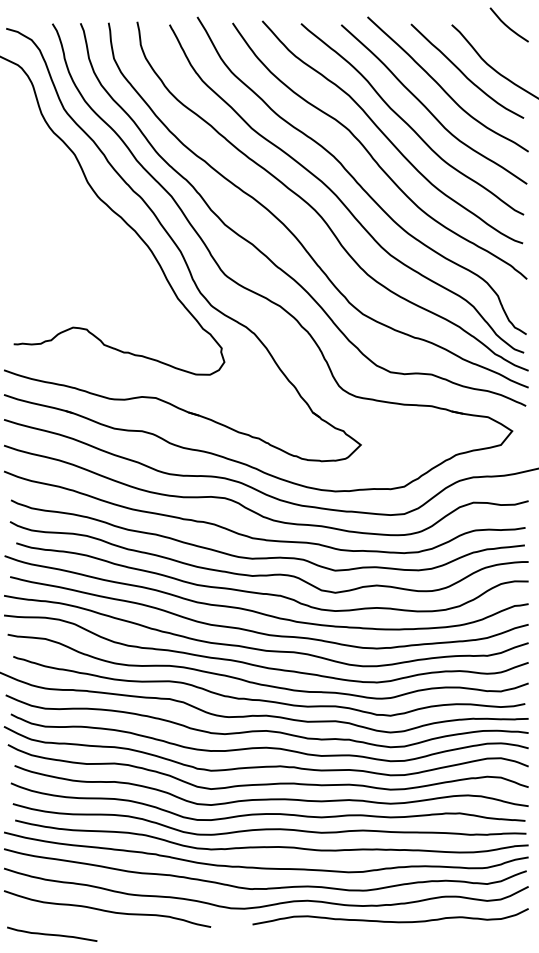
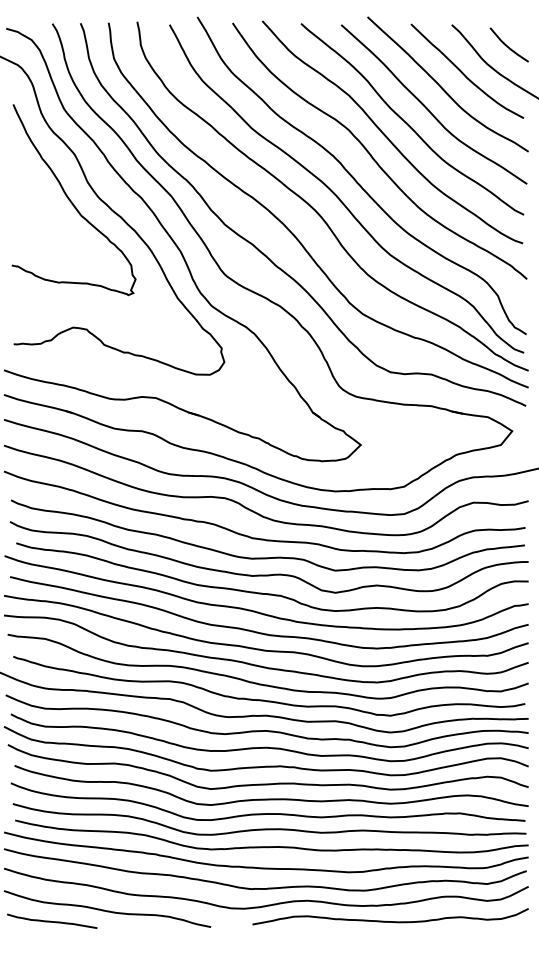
curve at (507, 25) position: (507, 25) -> (507, 45)
curve at (71, 200): none -> present
curve at (52, 934) position: (52, 934) -> (52, 921)
